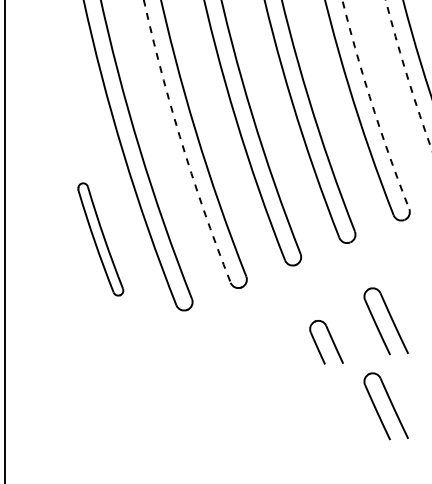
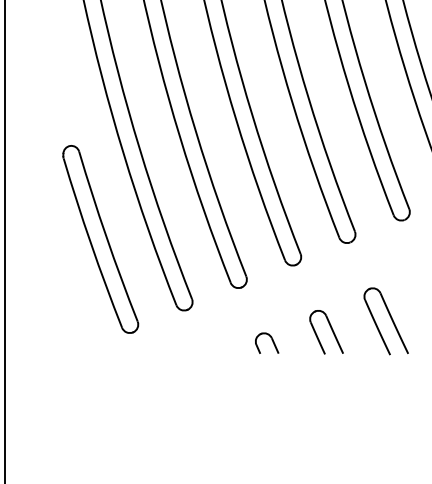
arc at (407, 75): dashed -> solid
arc at (372, 106): dashed -> solid
arc at (181, 142): dashed -> solid
part at (100, 239) size: 48x115 px -> 78x189 px
part at (267, 342): none -> present
part at (326, 342) position: (326, 342) -> (326, 332)
part at (385, 406): present -> none
